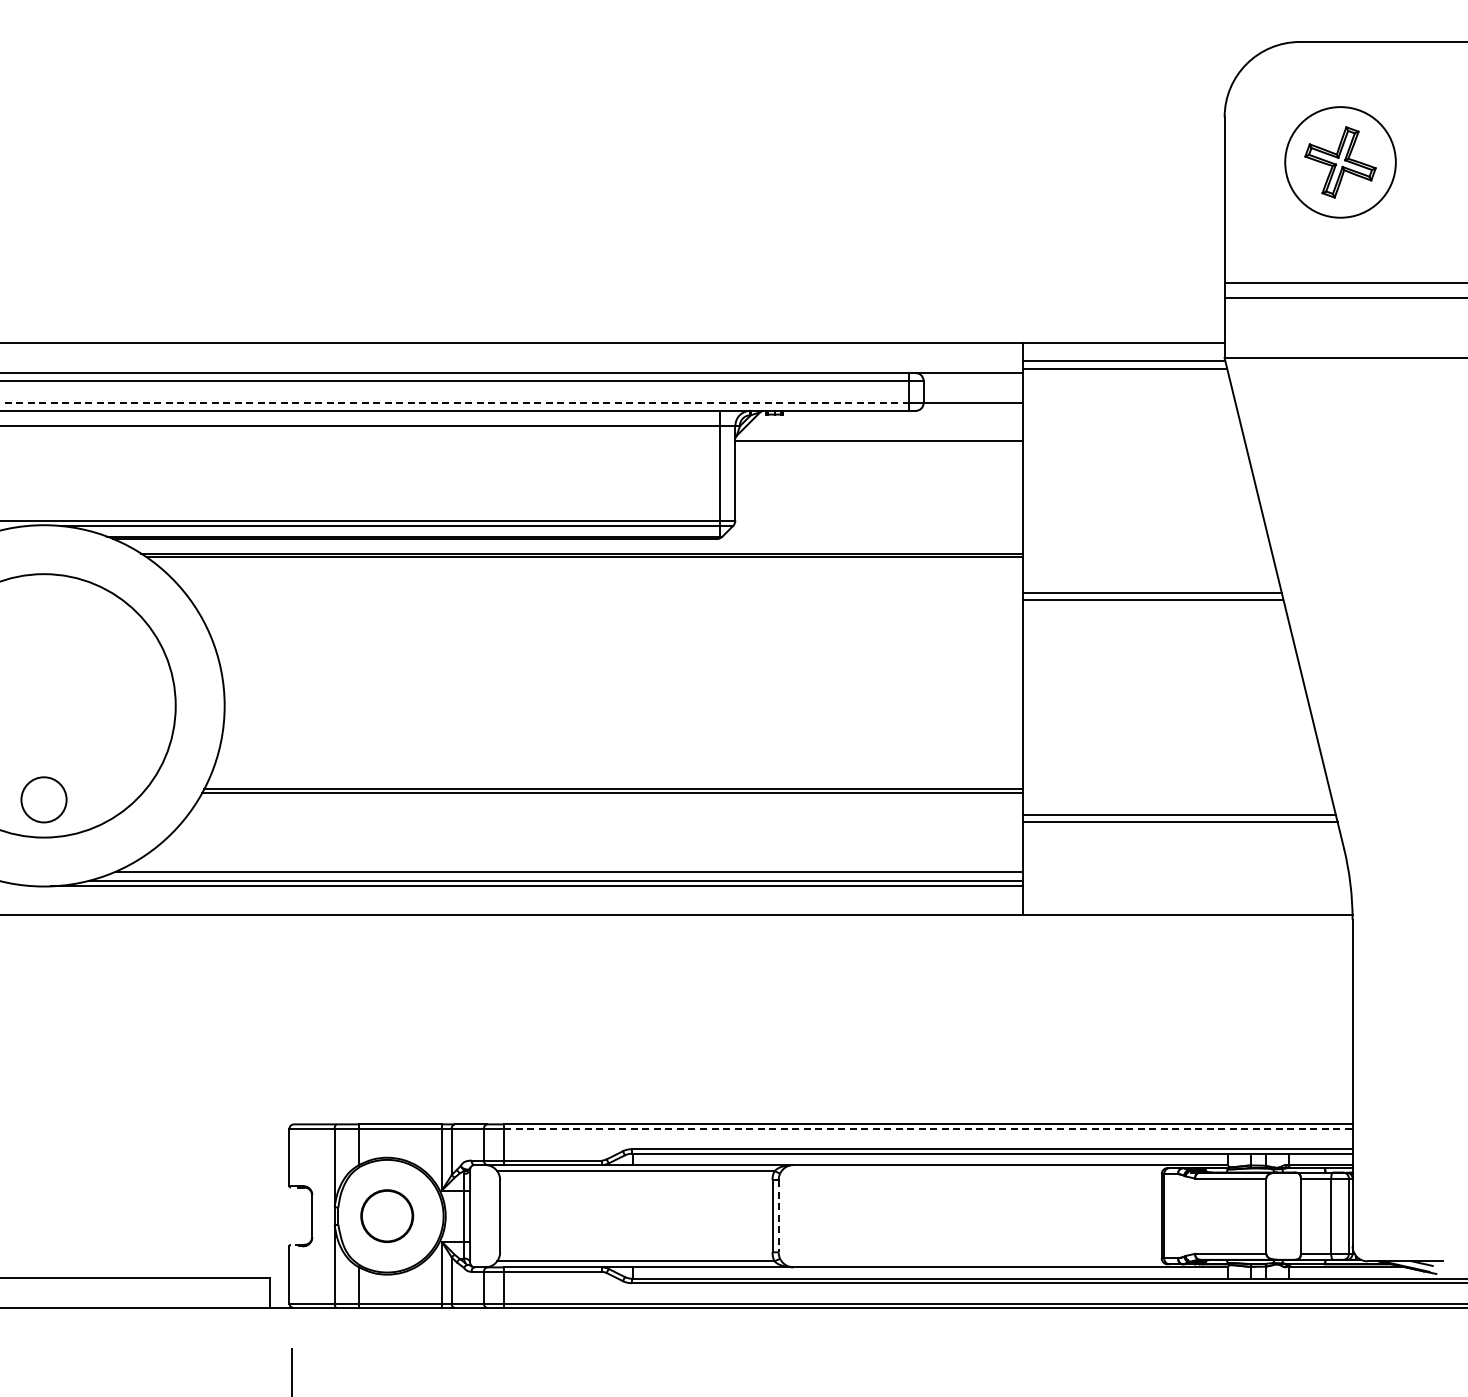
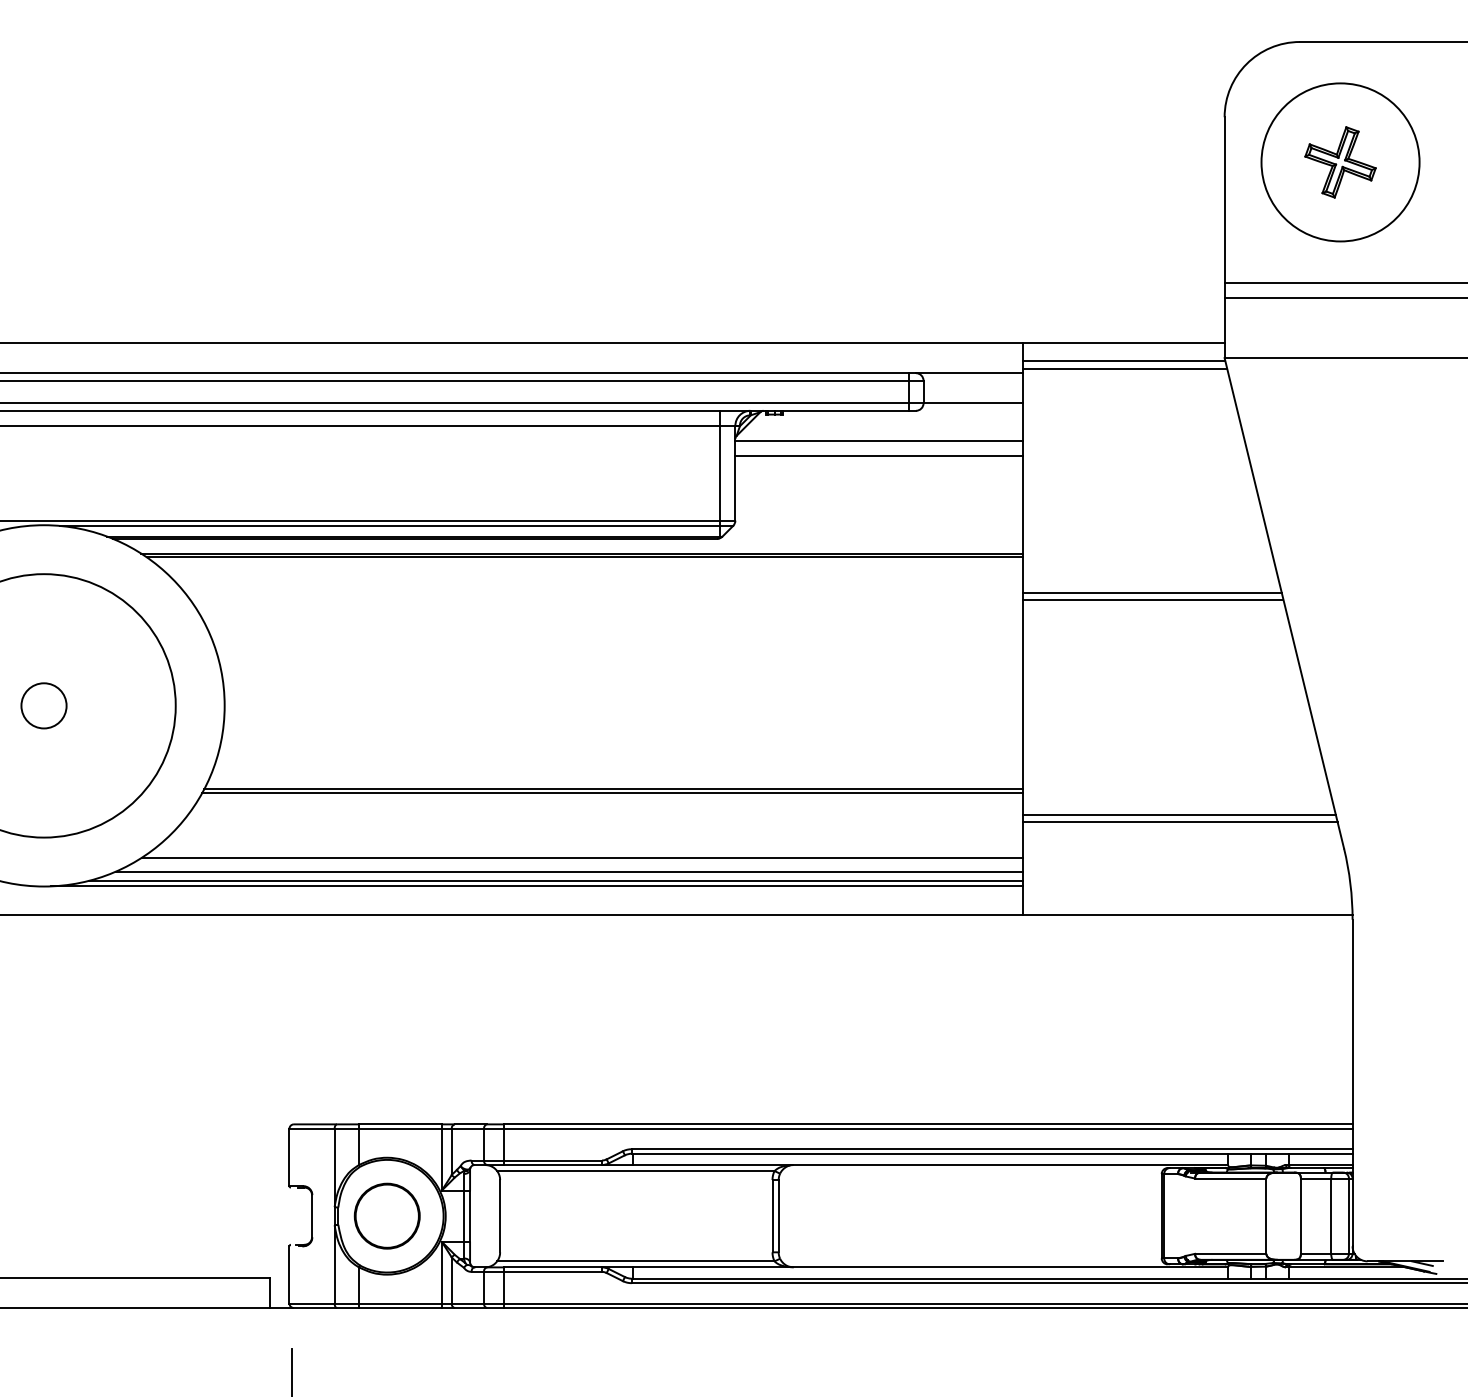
circle at (1340, 162) diameter: 111 px -> 158 px
line at (454, 403): dashed -> solid
line at (879, 455): none -> present
circle at (43, 799) position: (43, 799) -> (43, 705)
line at (582, 857): none -> present
line at (928, 1128): dashed -> solid
part at (387, 1215) size: 55x54 px -> 68x68 px
line at (778, 1216): dashed -> solid
